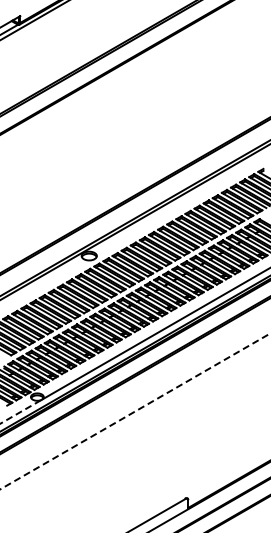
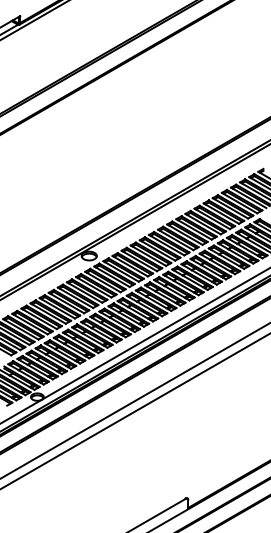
line at (134, 400): none -> present
line at (21, 411): dashed -> solid
line at (135, 411): dashed -> solid
